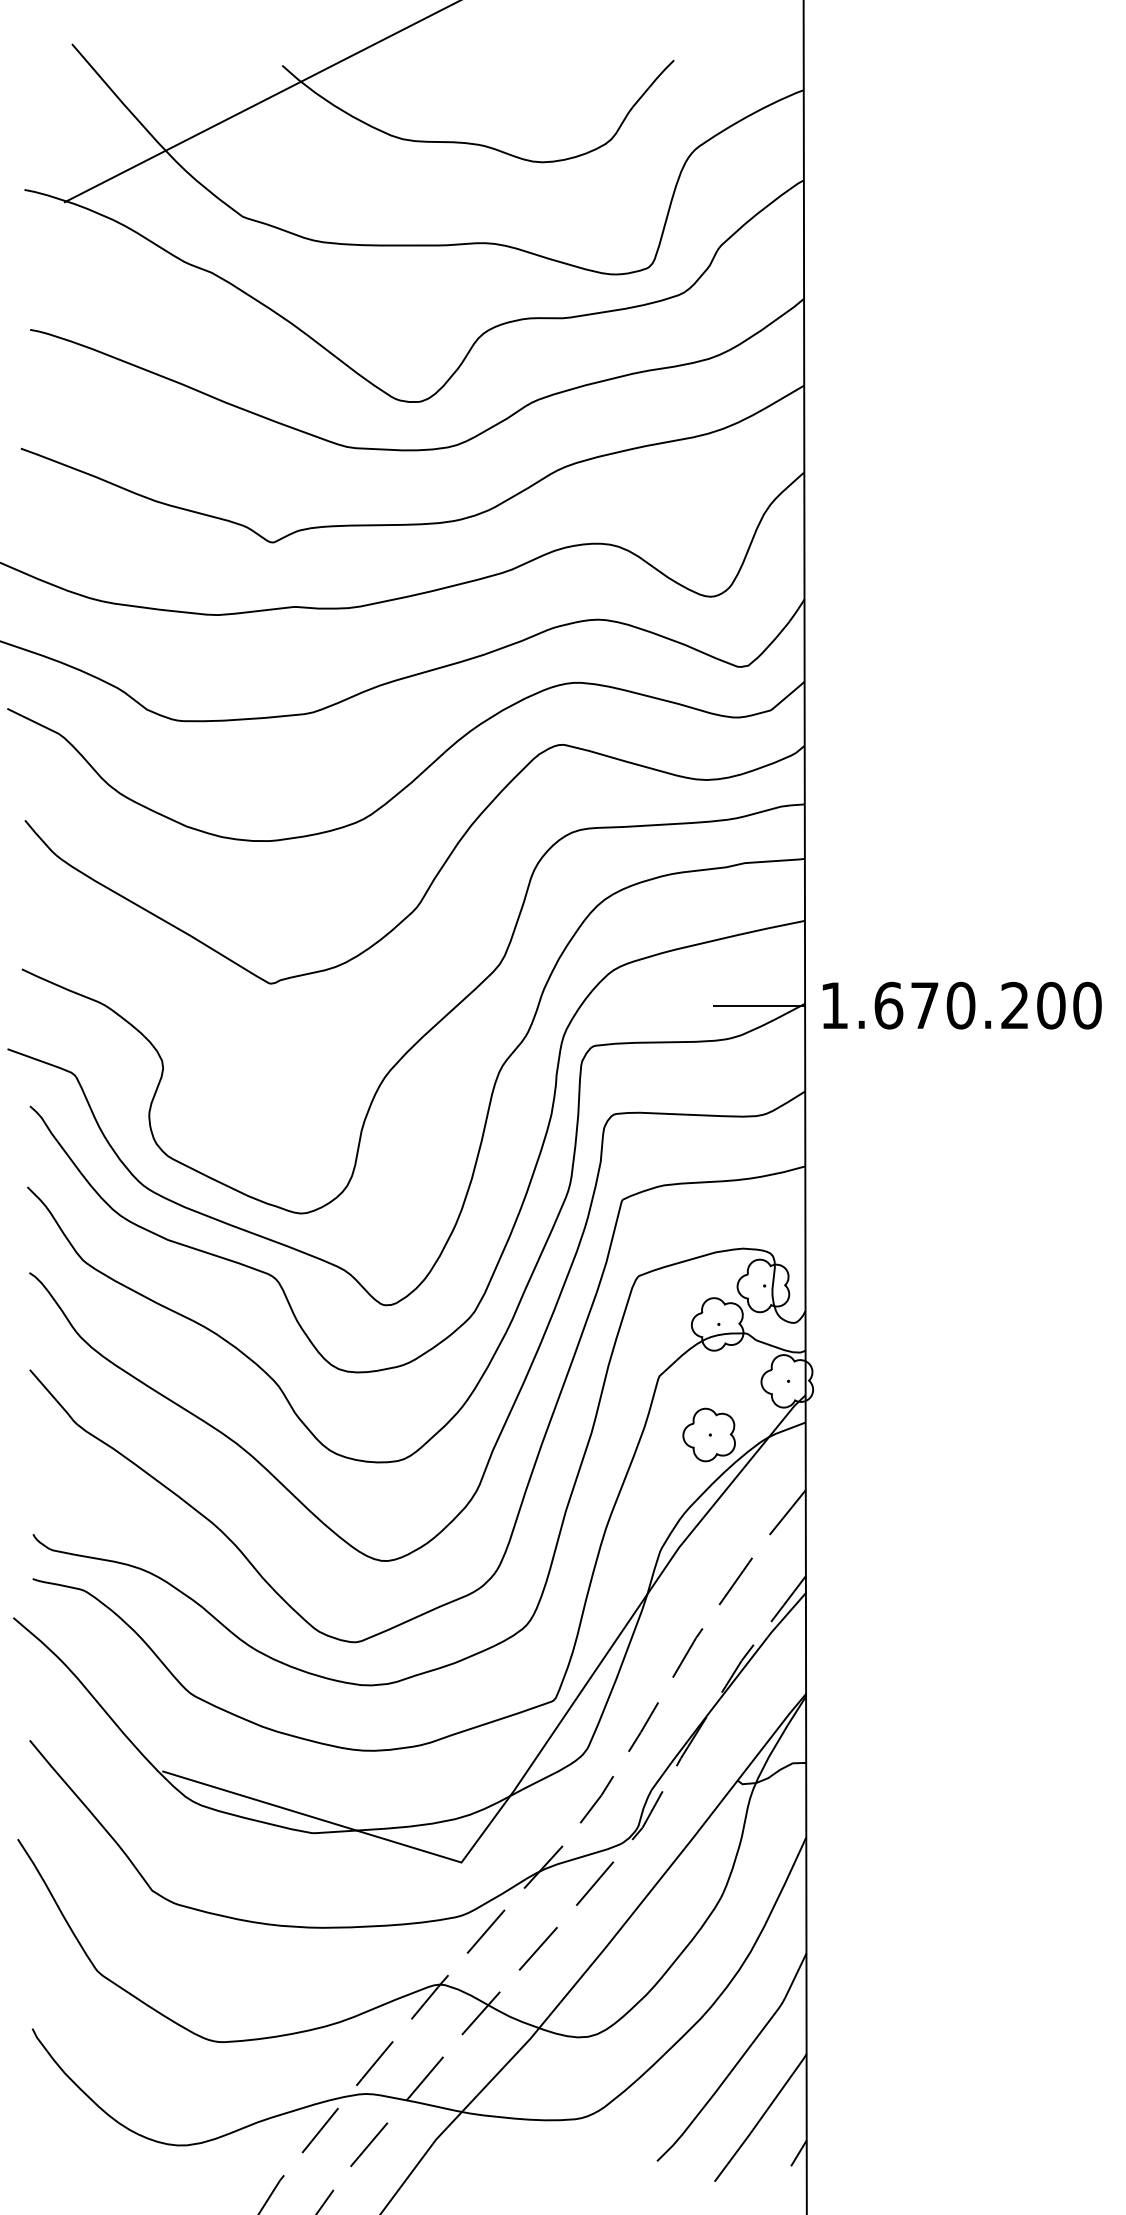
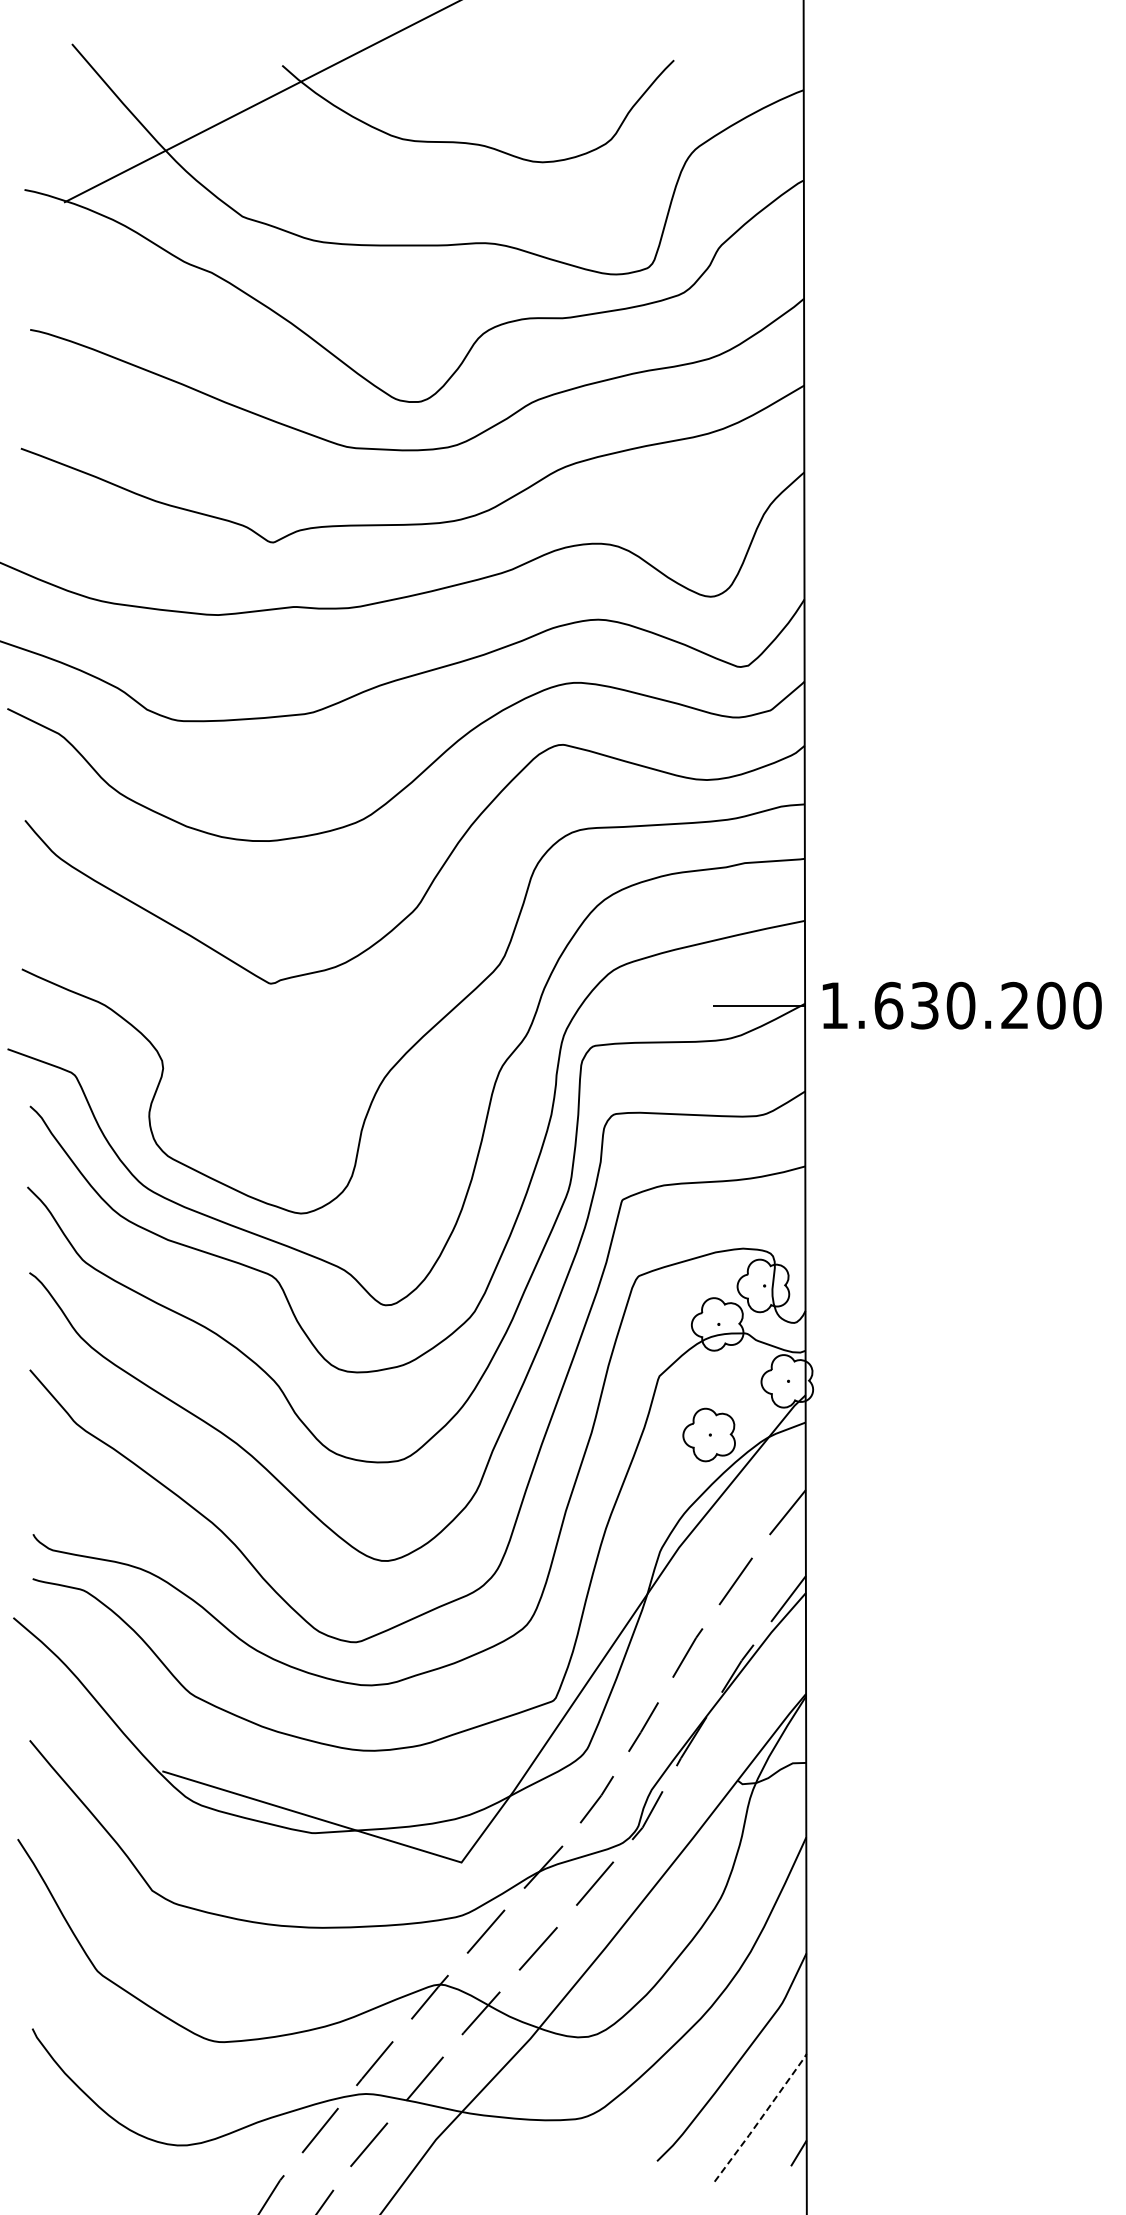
text at (924, 1005): 1.670.200 -> 1.630.200
line at (761, 2118): solid -> dashed
